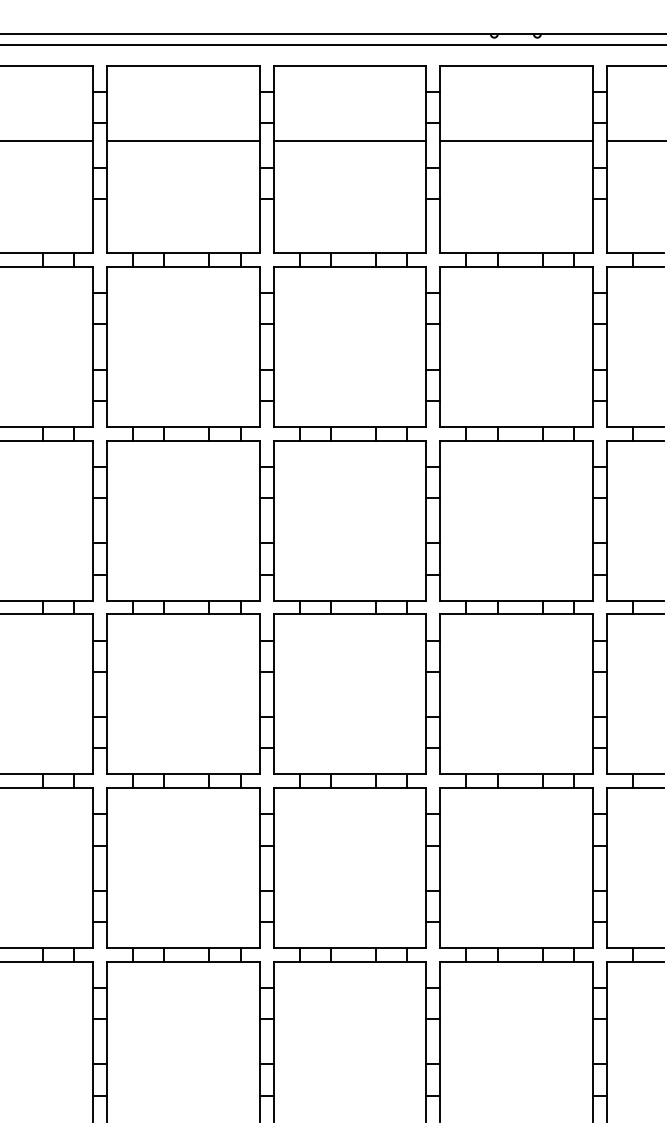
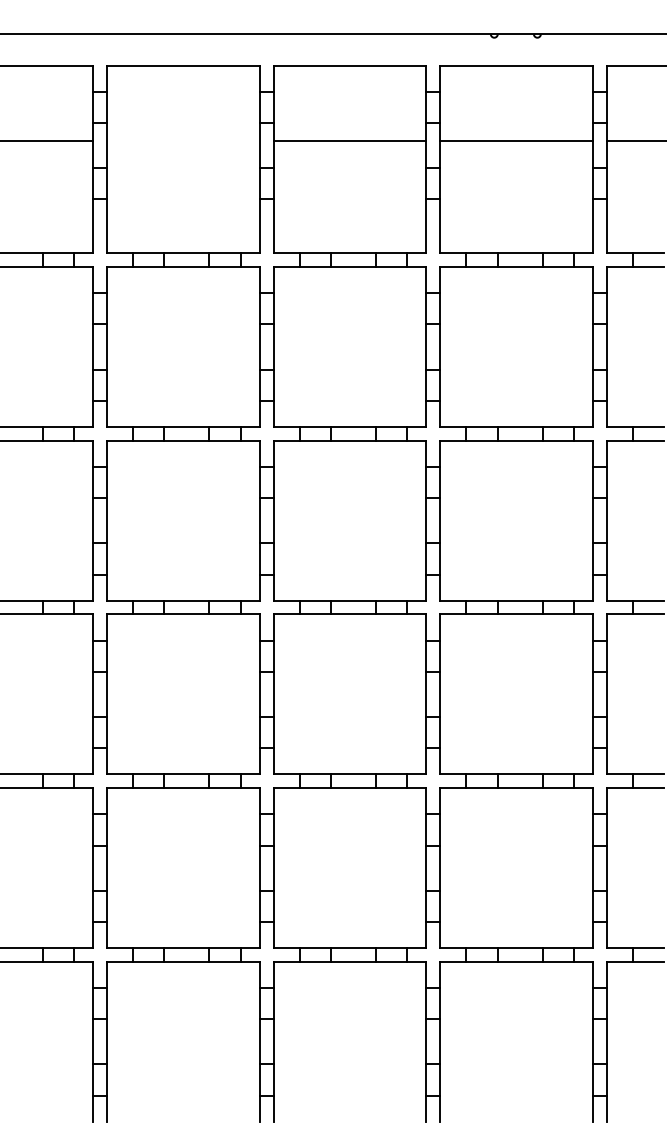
line at (332, 44): present -> none
line at (182, 141): present -> none
